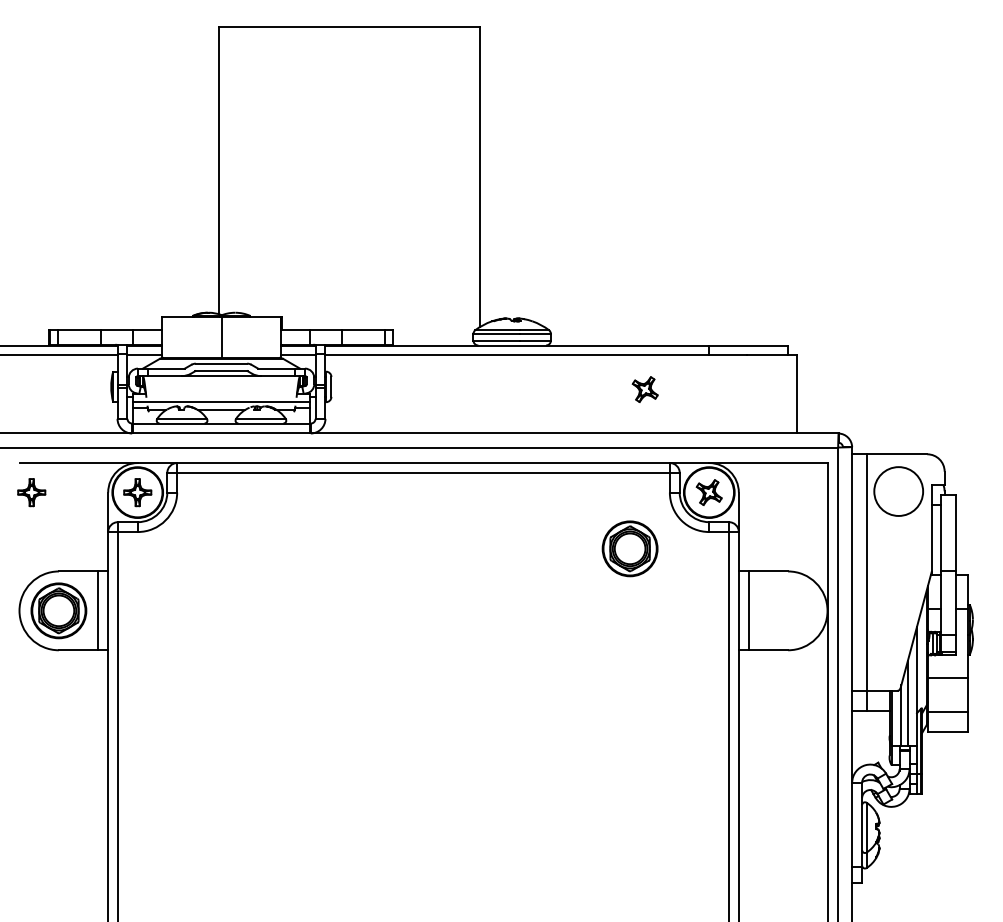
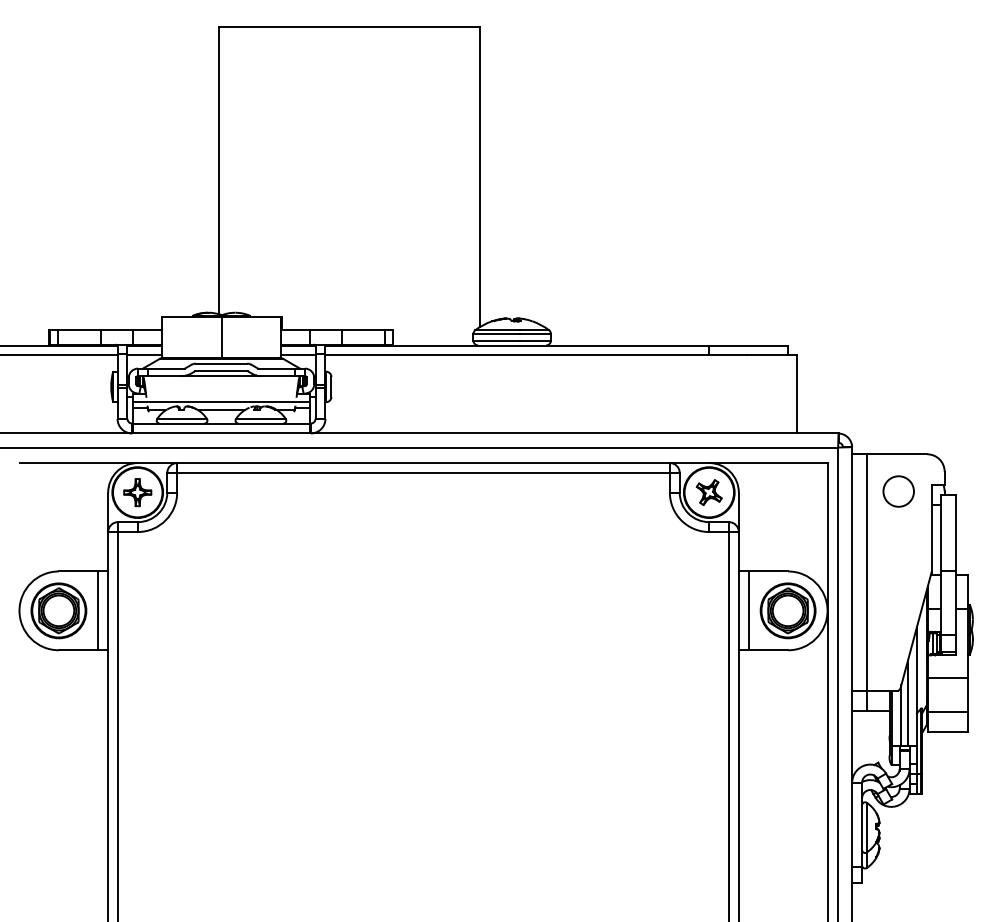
part at (644, 389): present -> none
circle at (898, 491) diameter: 49 px -> 31 px
part at (31, 492): present -> none
part at (629, 548) position: (629, 548) -> (787, 610)
